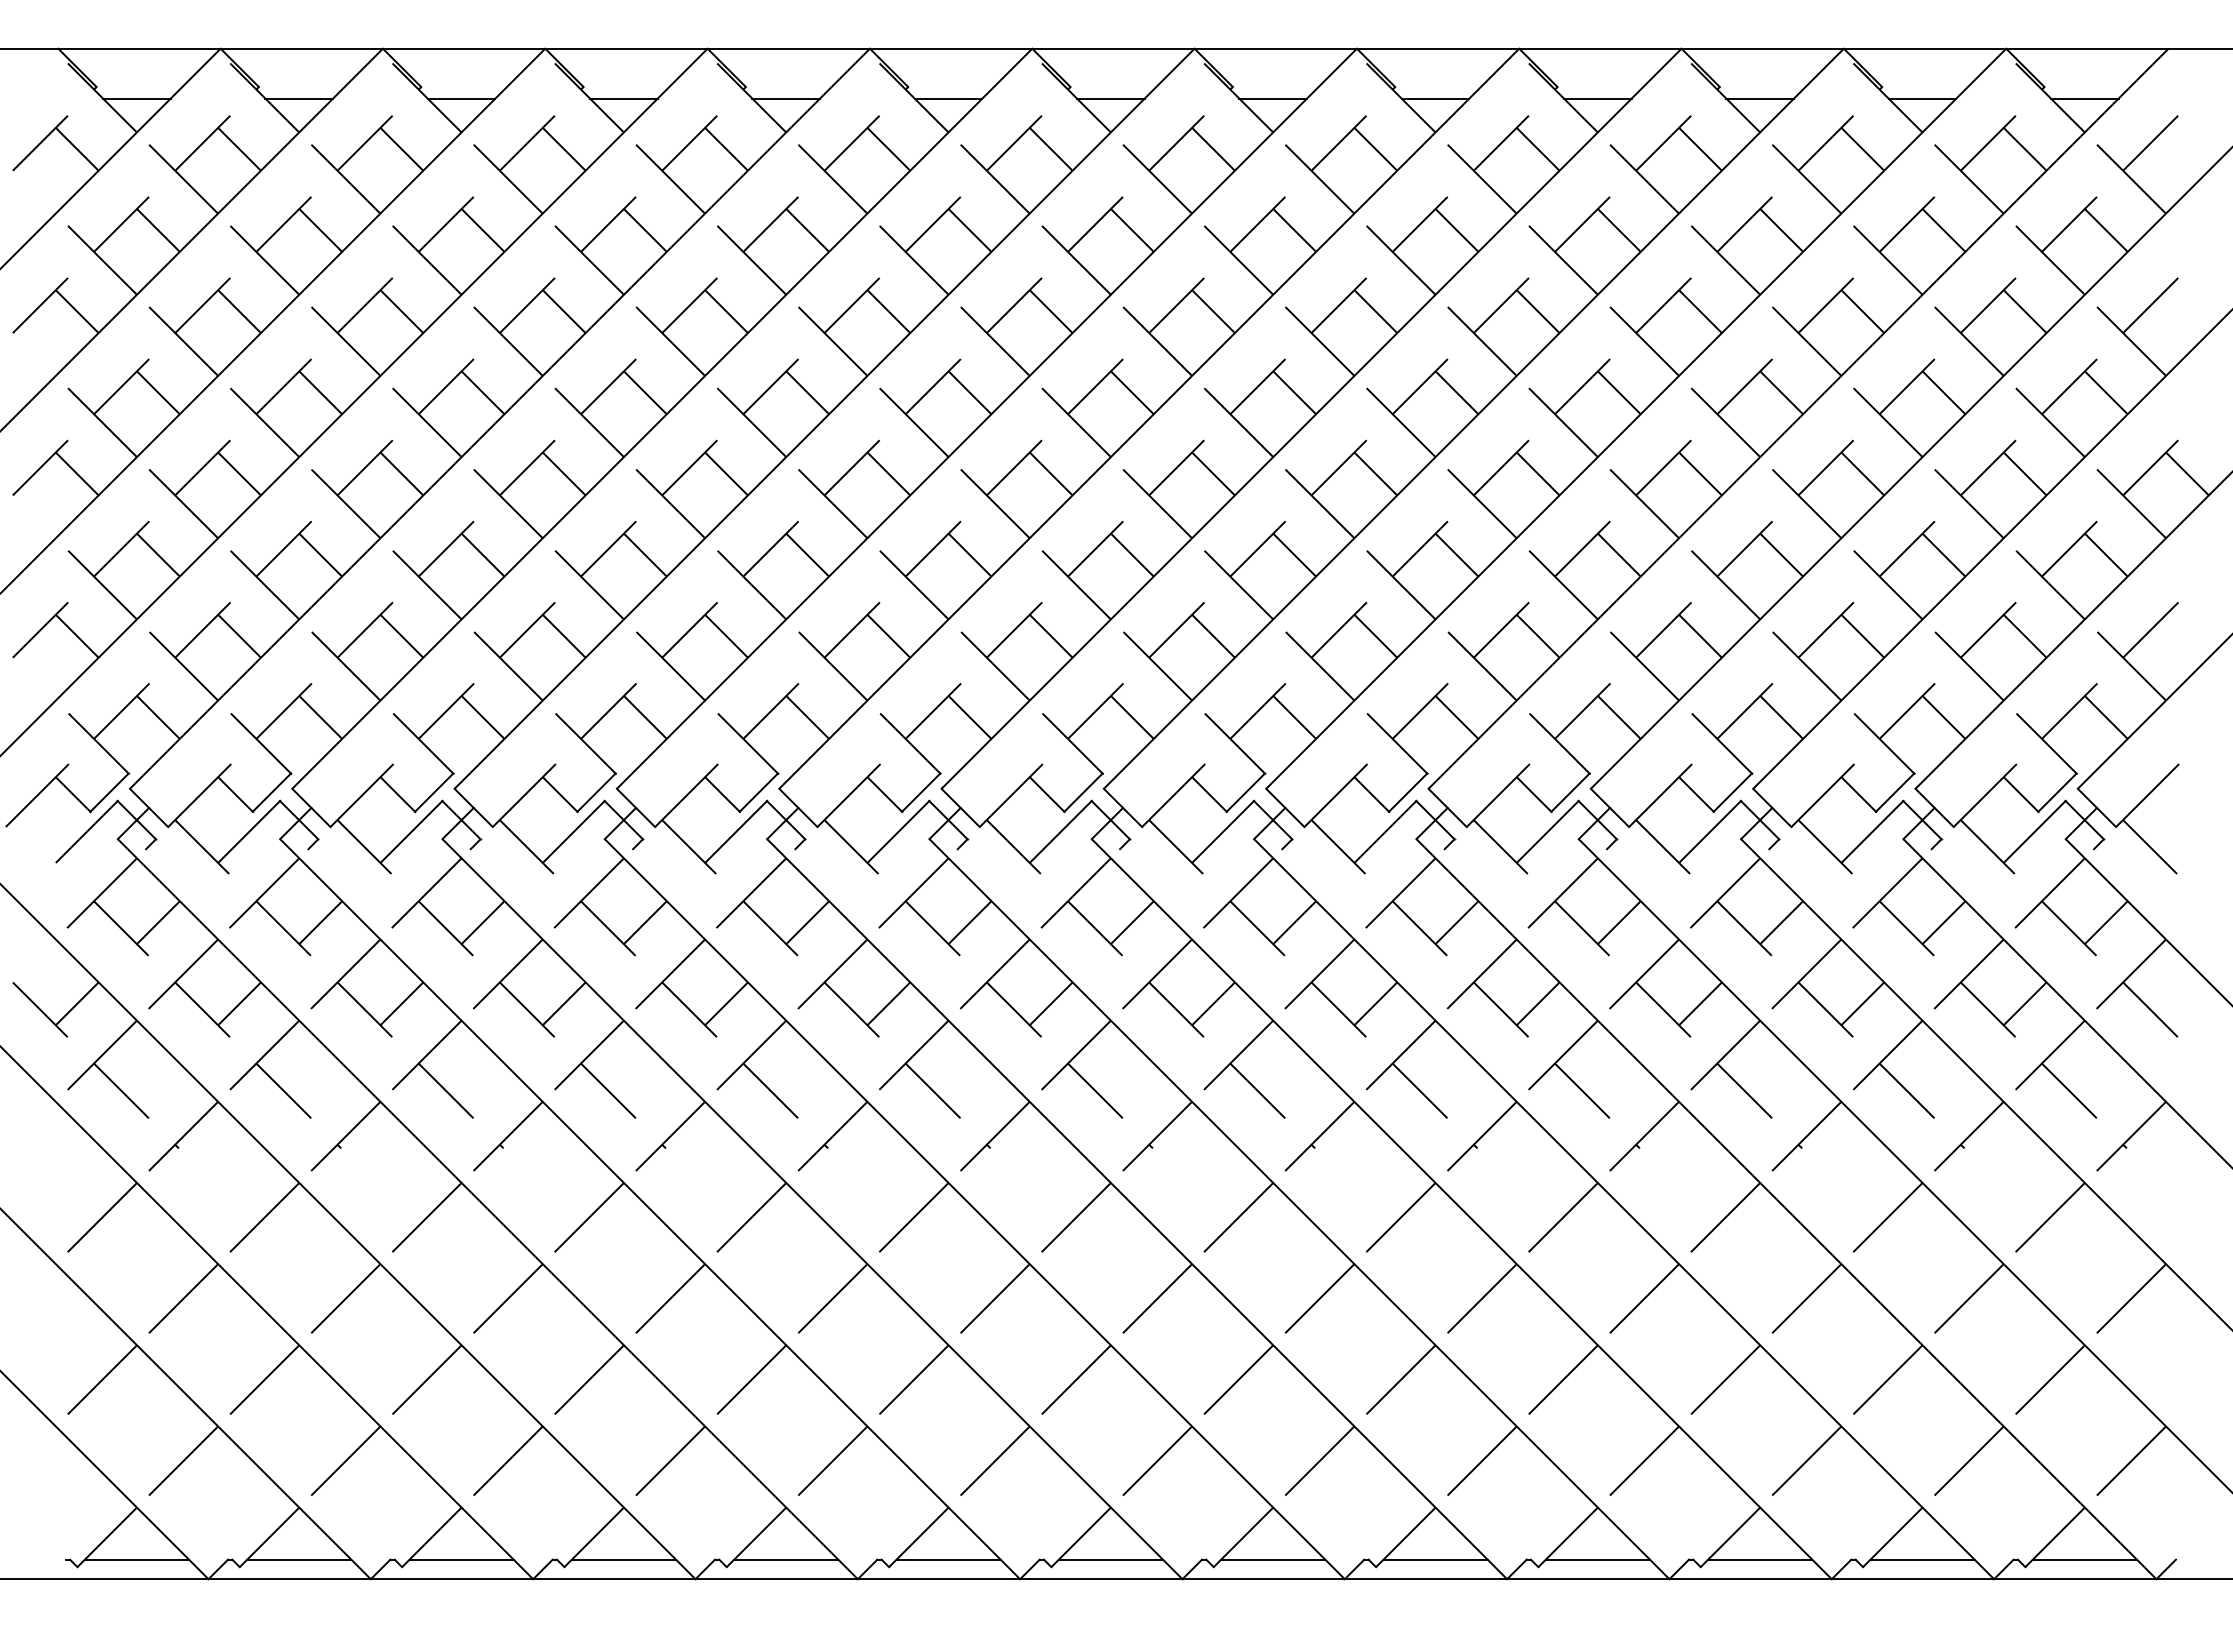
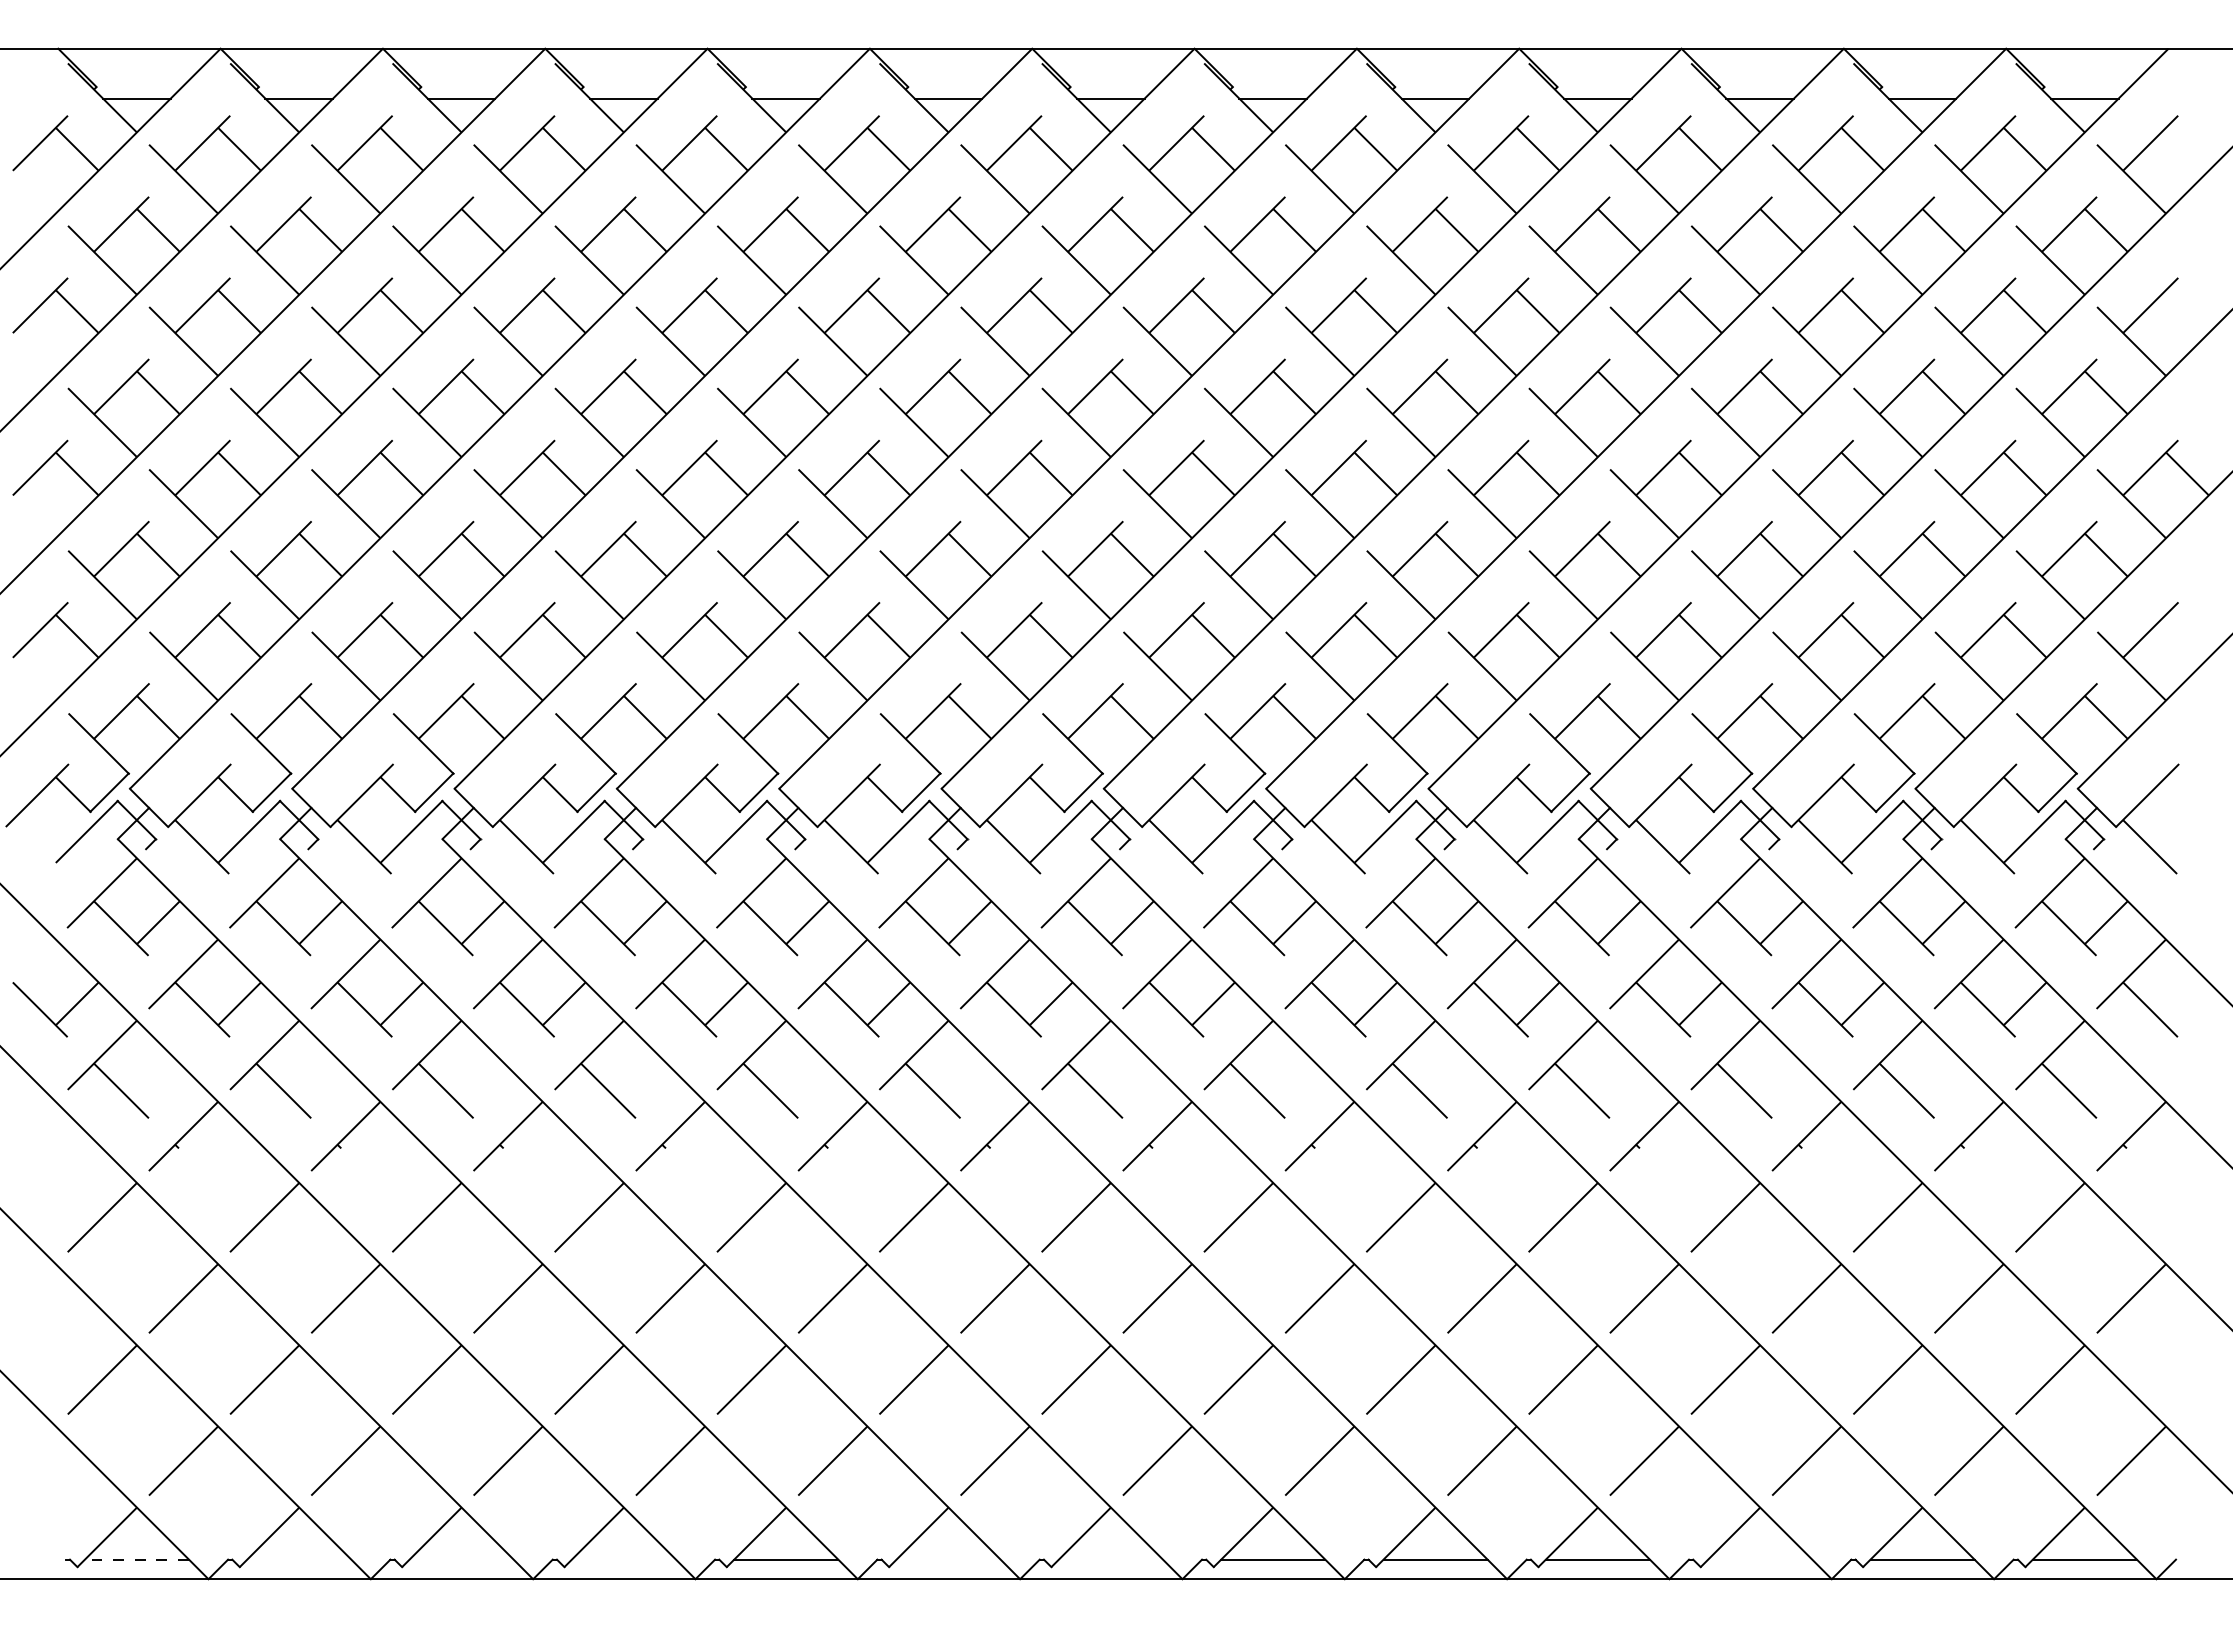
line at (136, 1559): solid -> dashed
line at (299, 1559): present -> none
line at (461, 1559): present -> none
line at (623, 1559): present -> none
line at (948, 1559): present -> none
line at (1110, 1559): present -> none
line at (1760, 1559): present -> none
